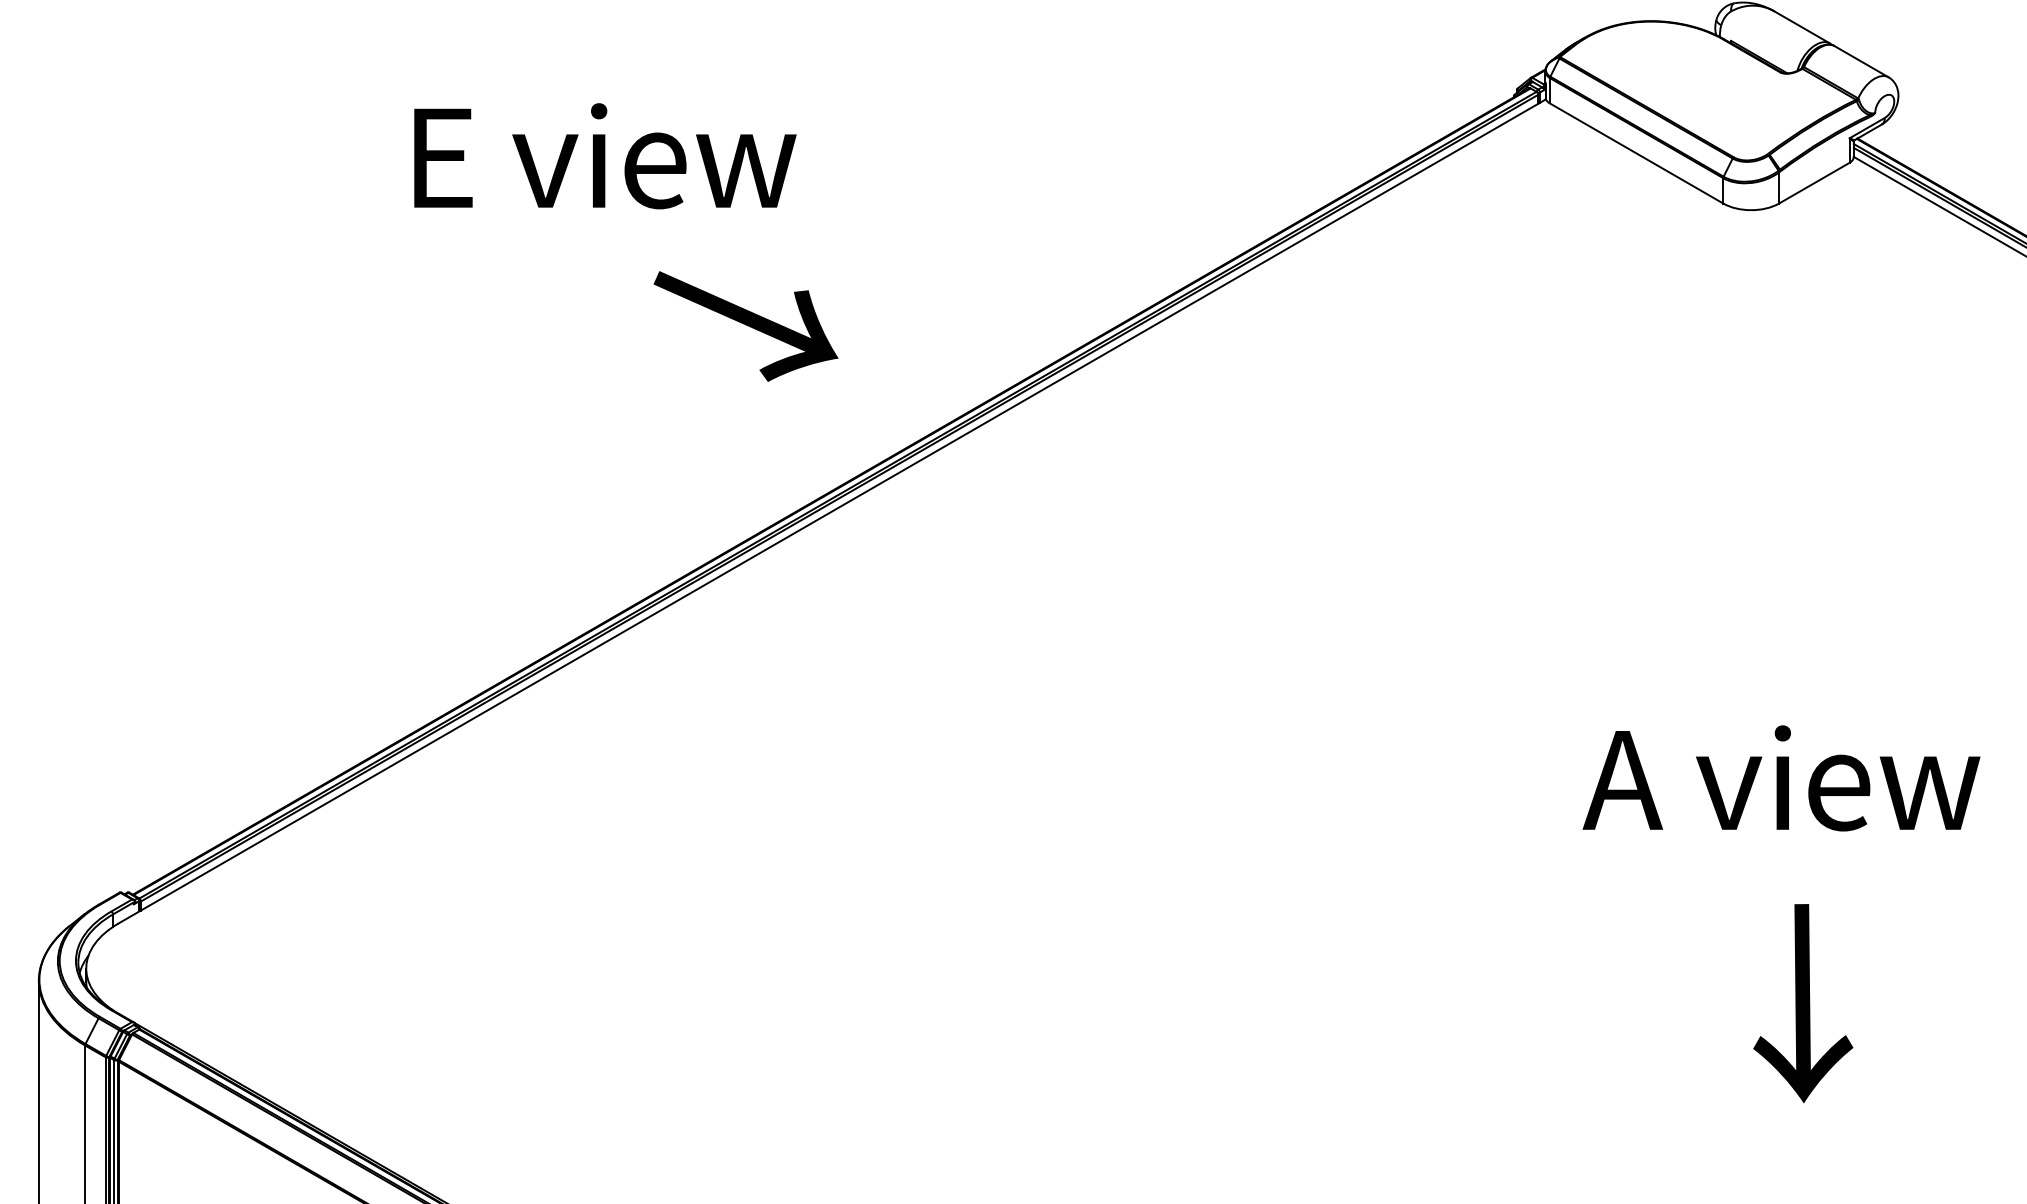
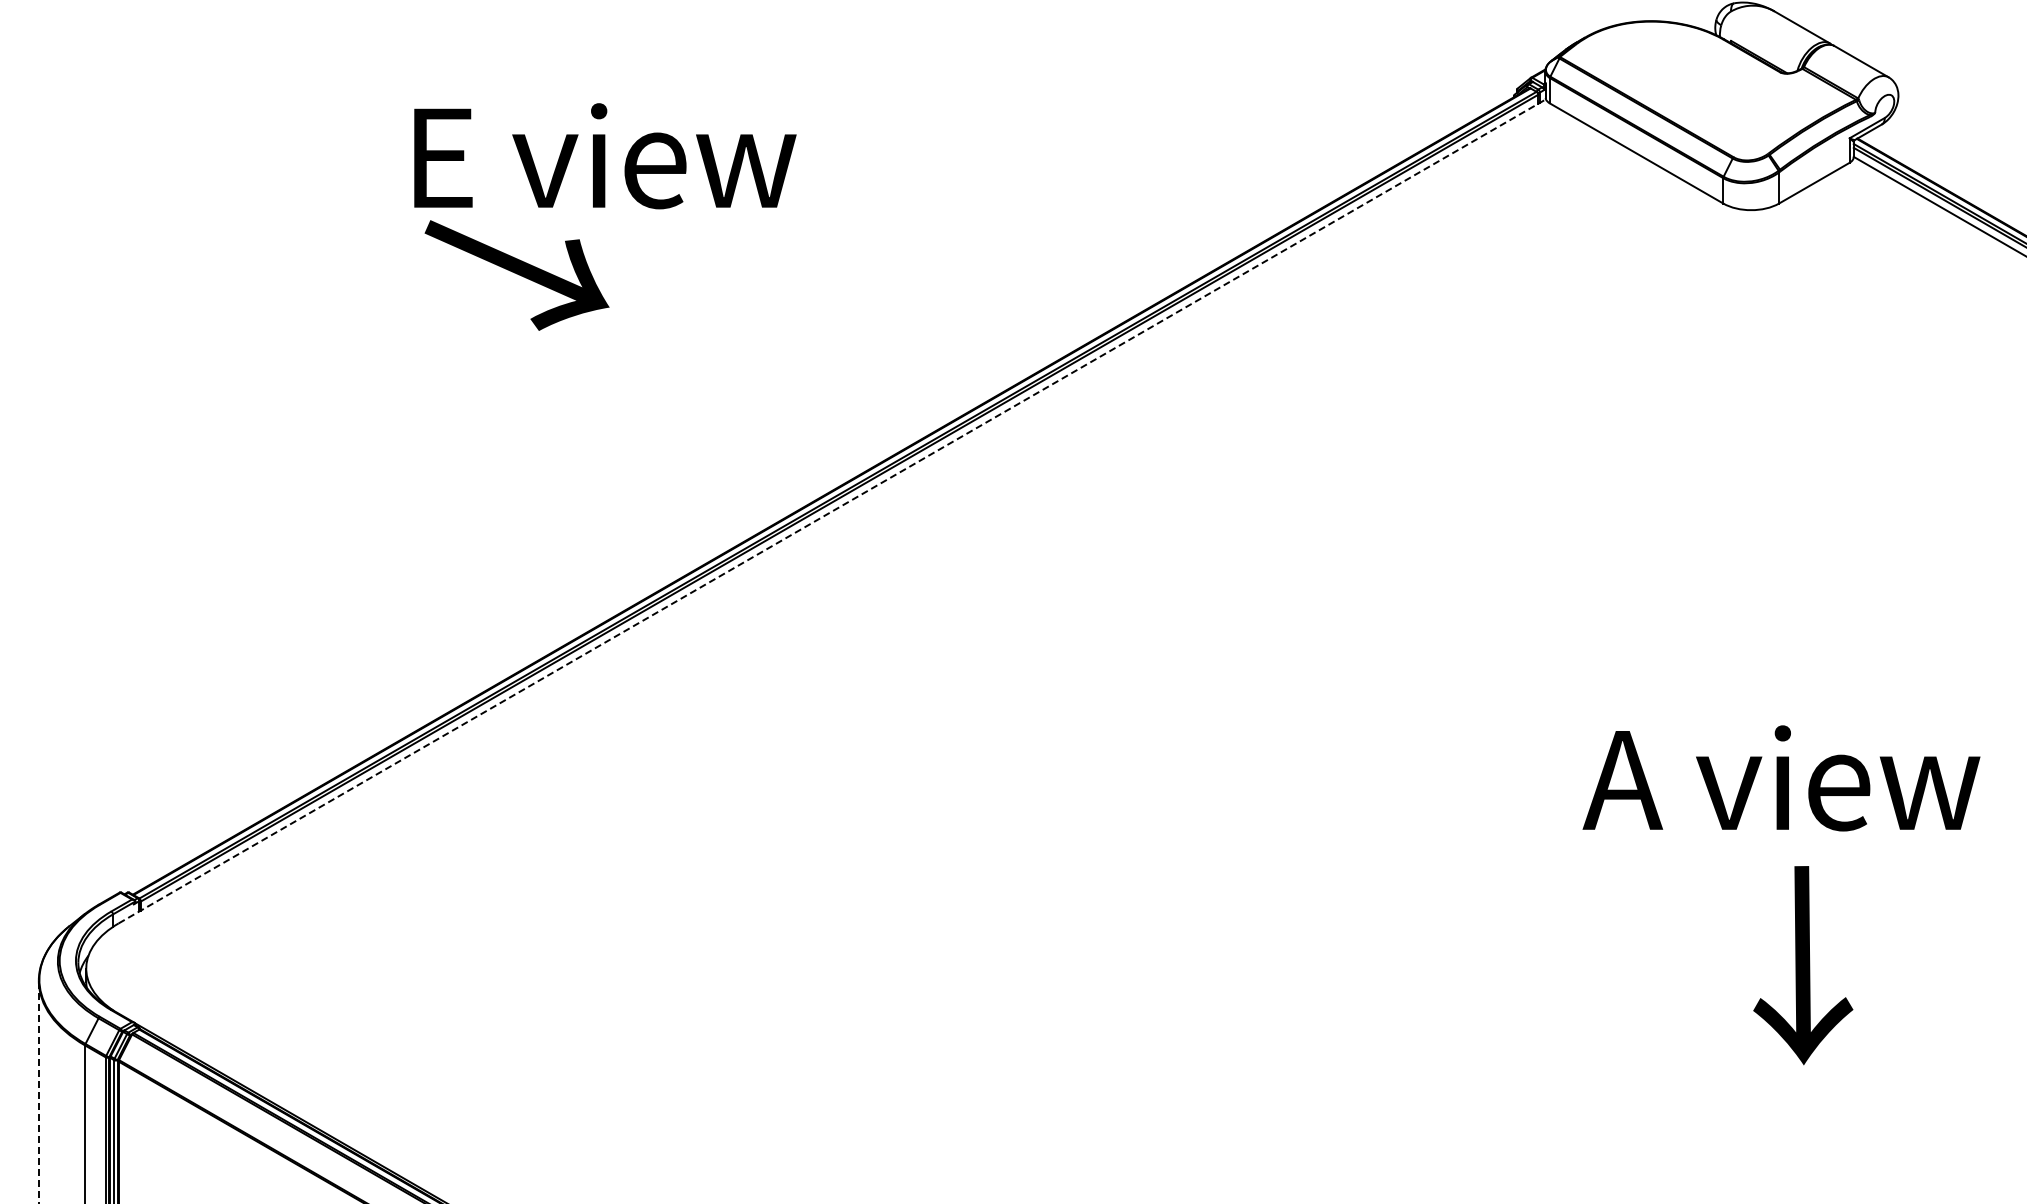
text at (745, 326) position: (745, 326) -> (516, 275)
line at (832, 511): solid -> dashed
text at (1803, 1003) position: (1803, 1003) -> (1803, 965)
line at (38, 1091): solid -> dashed
